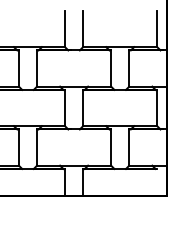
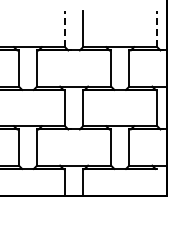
line at (65, 28): solid -> dashed
line at (157, 28): solid -> dashed
